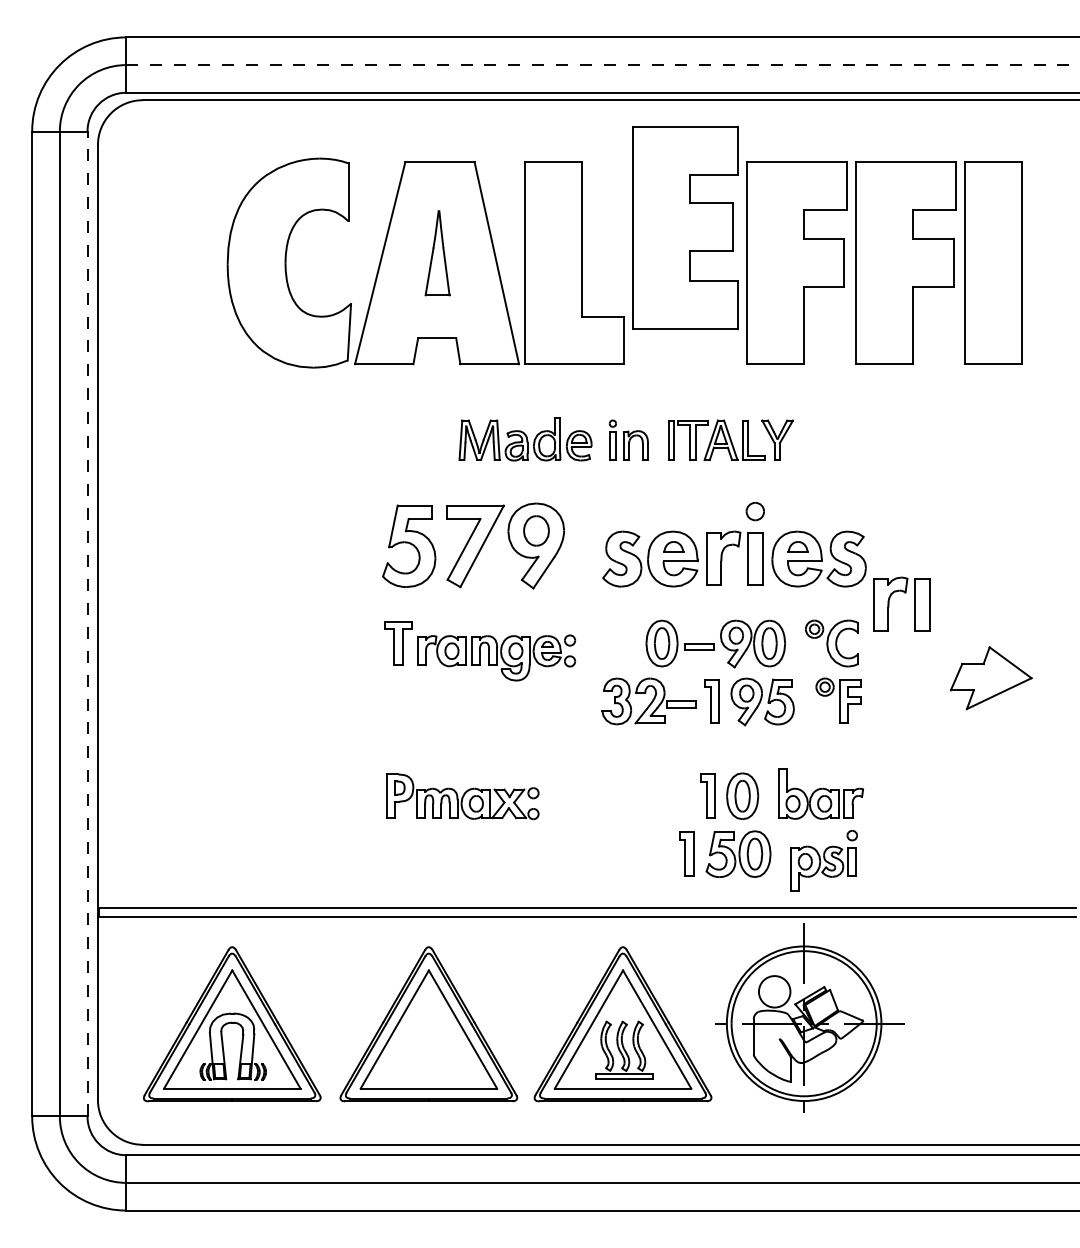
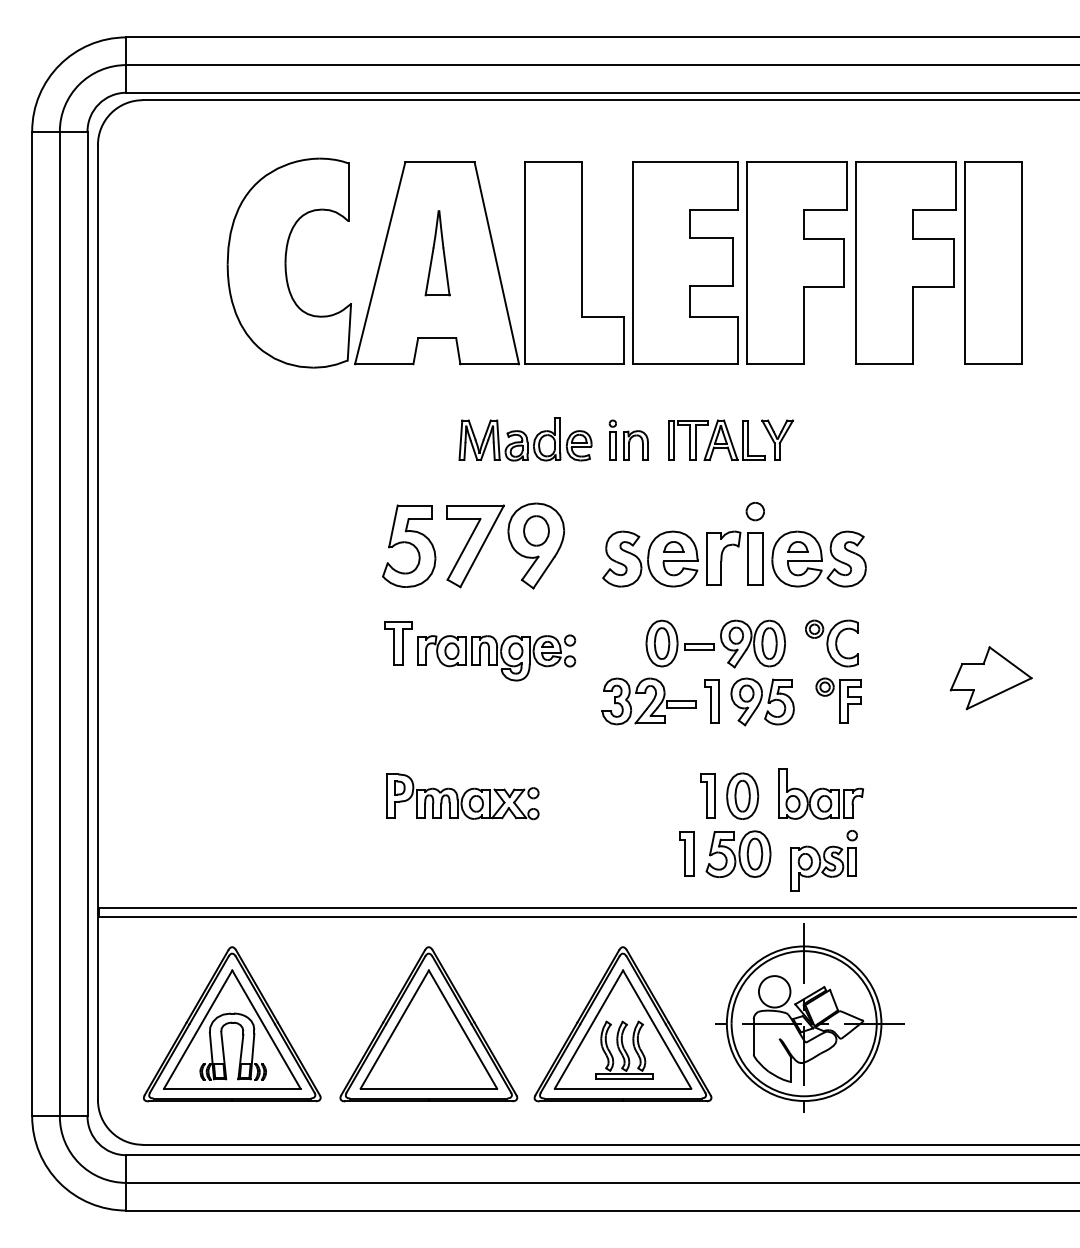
line at (603, 65): dashed -> solid
part at (685, 227) position: (685, 227) -> (685, 262)
part at (904, 593): present -> none
line at (87, 623): dashed -> solid
